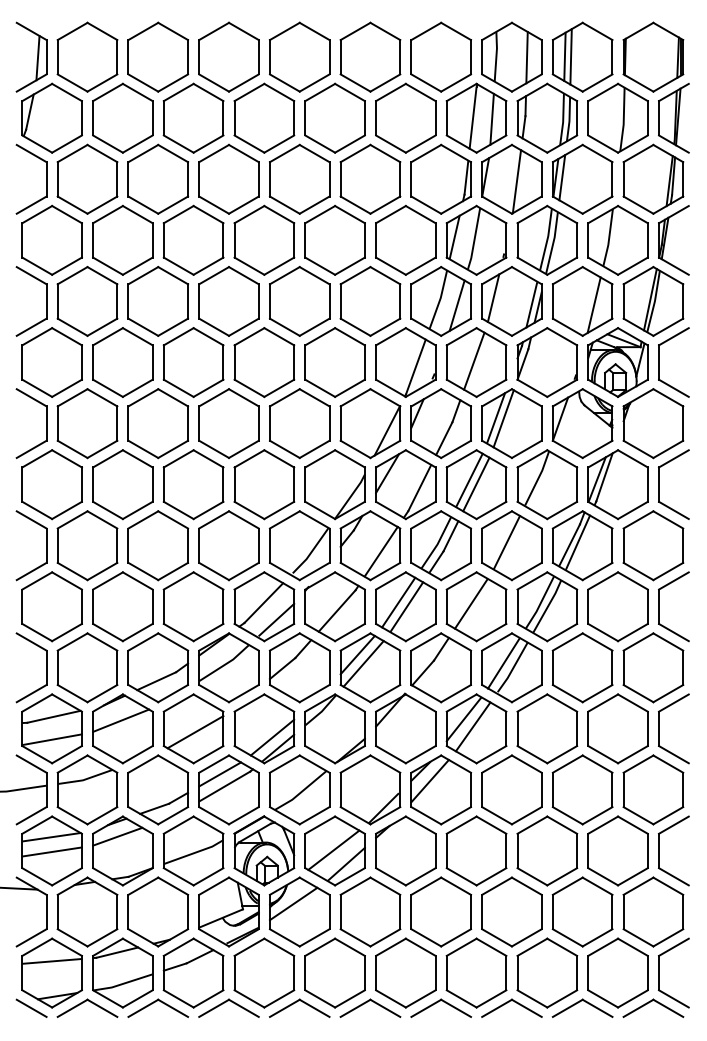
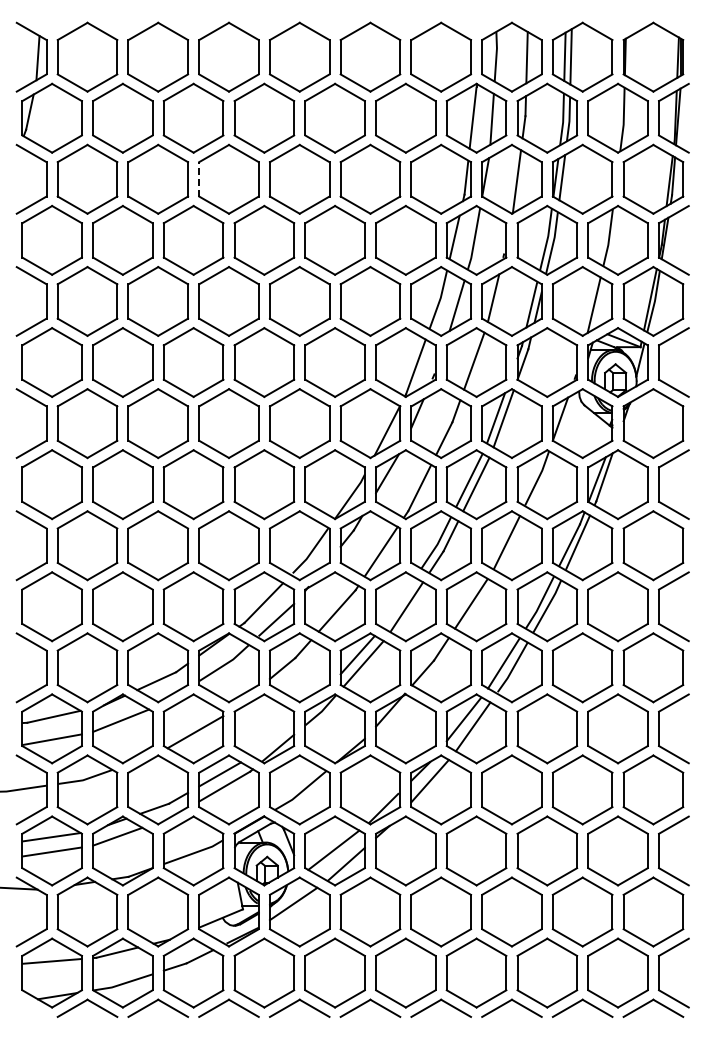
line at (199, 178): solid -> dashed
line at (398, 602): present -> none
line at (272, 737): present -> none
line at (31, 1007): present -> none
